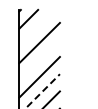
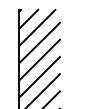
line at (37, 27): none -> present
line at (39, 59): none -> present
line at (43, 91): dashed -> solid
